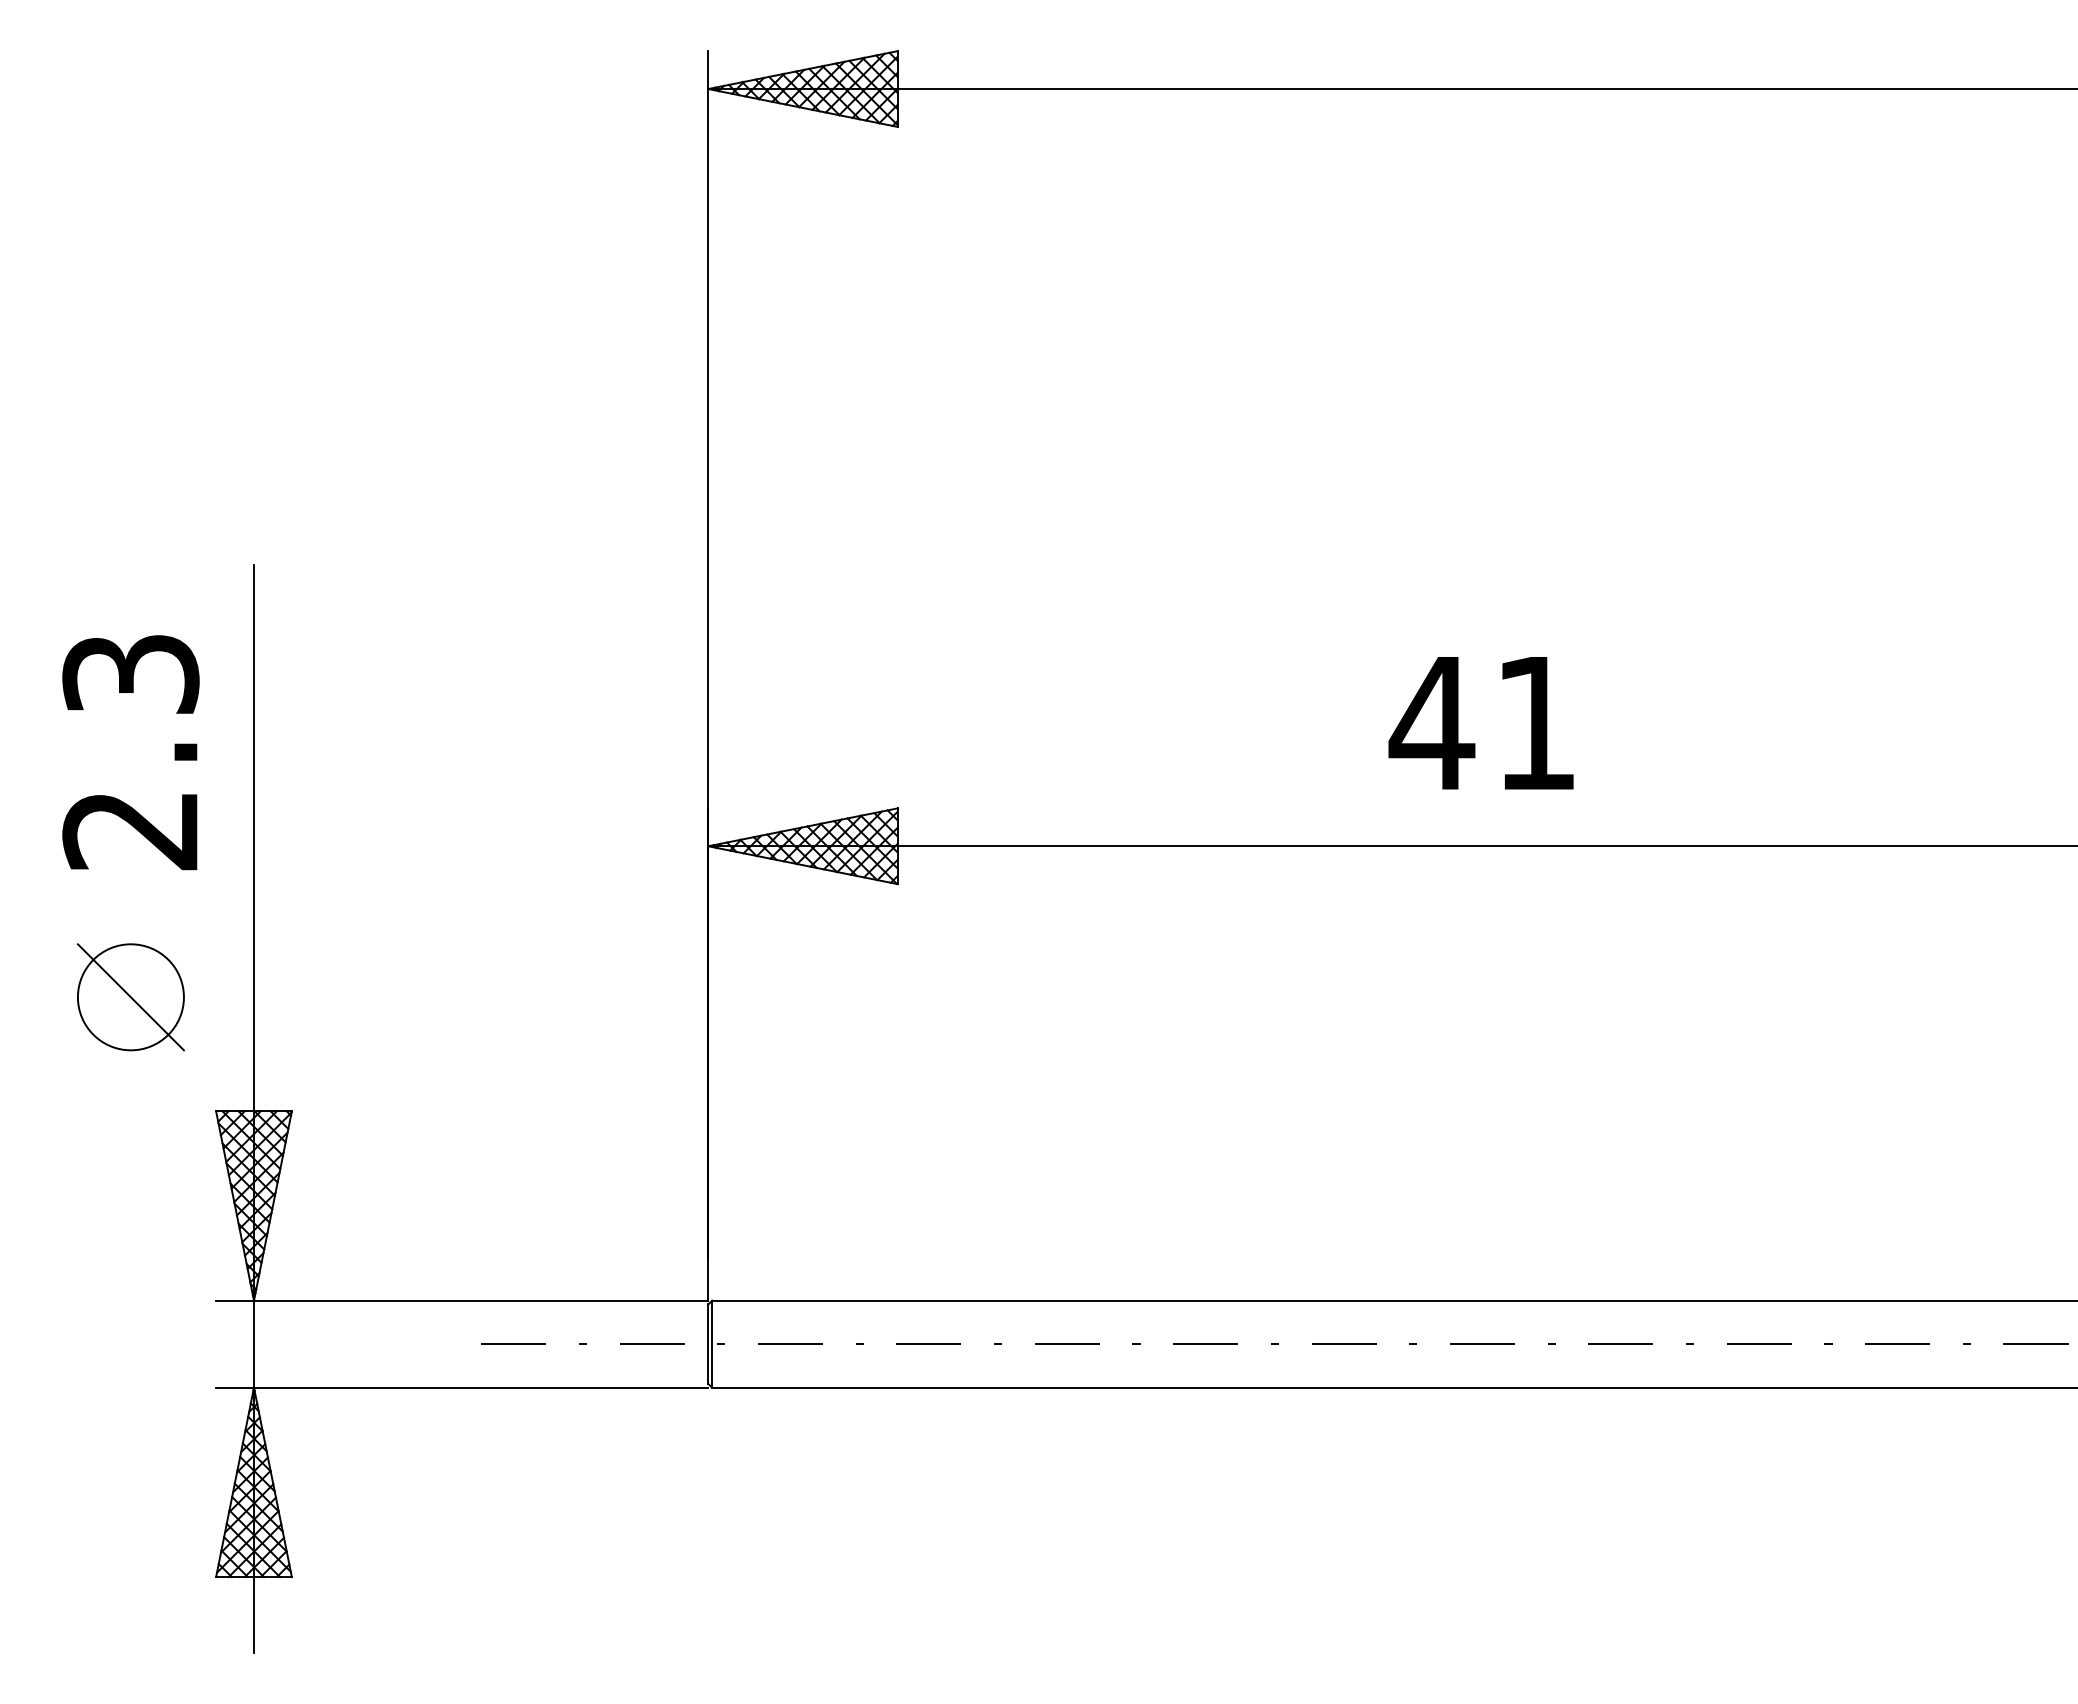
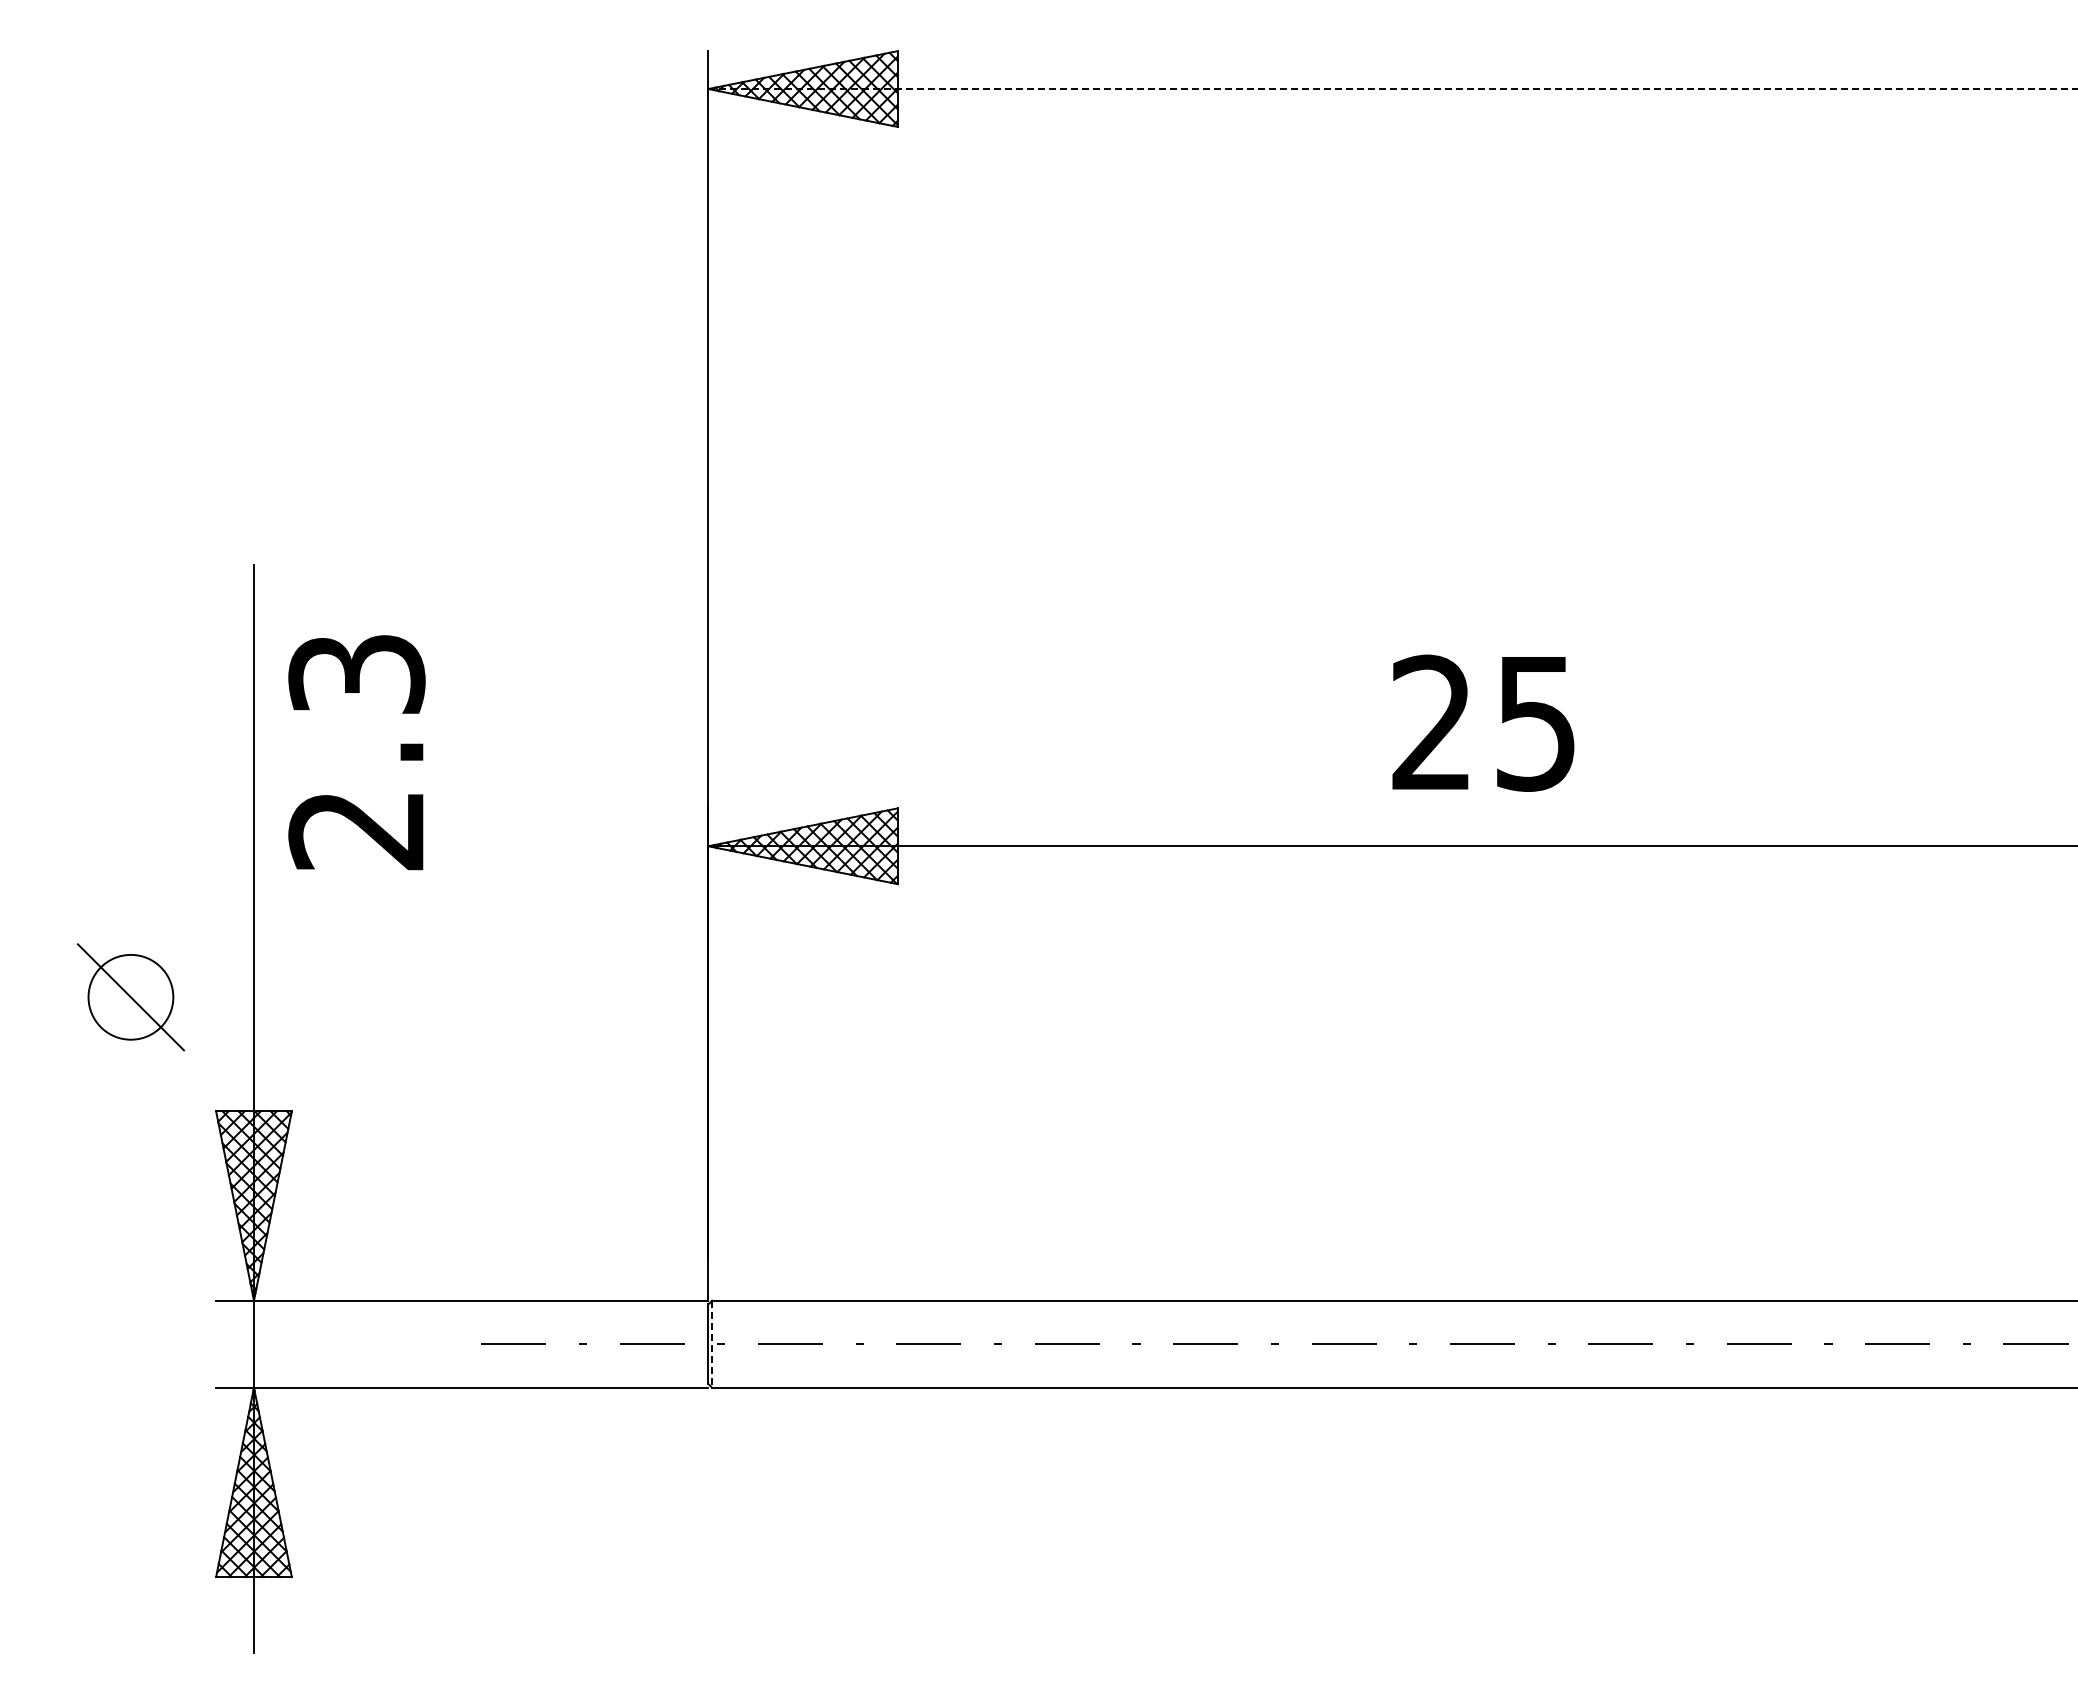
line at (1393, 89): solid -> dashed
text at (1481, 722): 41 -> 25
text at (130, 752) position: (130, 752) -> (356, 752)
circle at (130, 997) diameter: 106 px -> 85 px
line at (712, 1344): solid -> dashed
